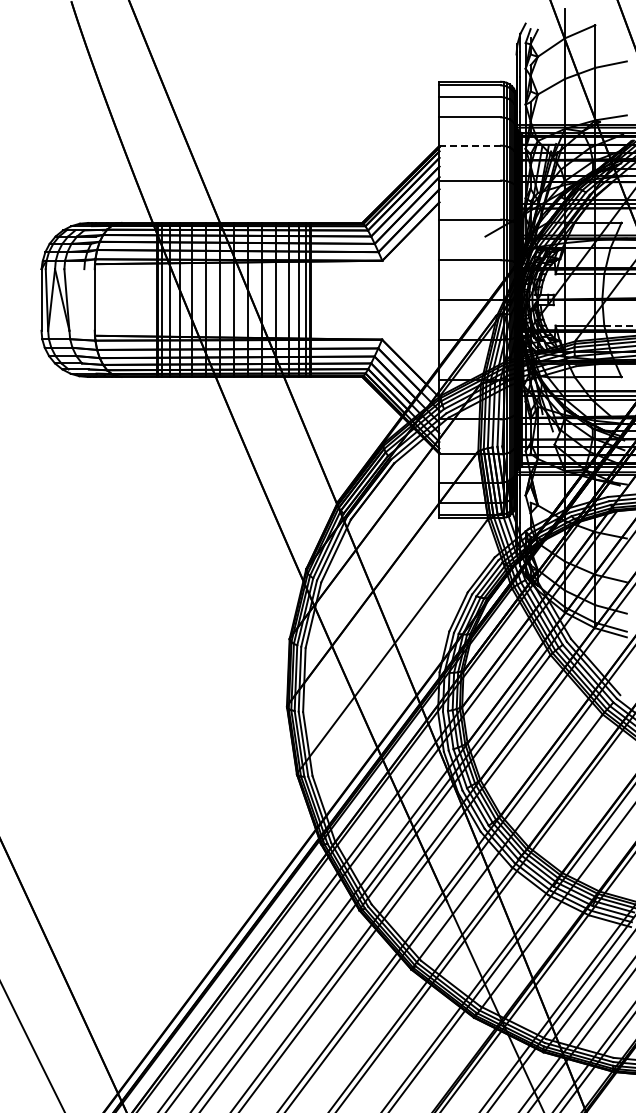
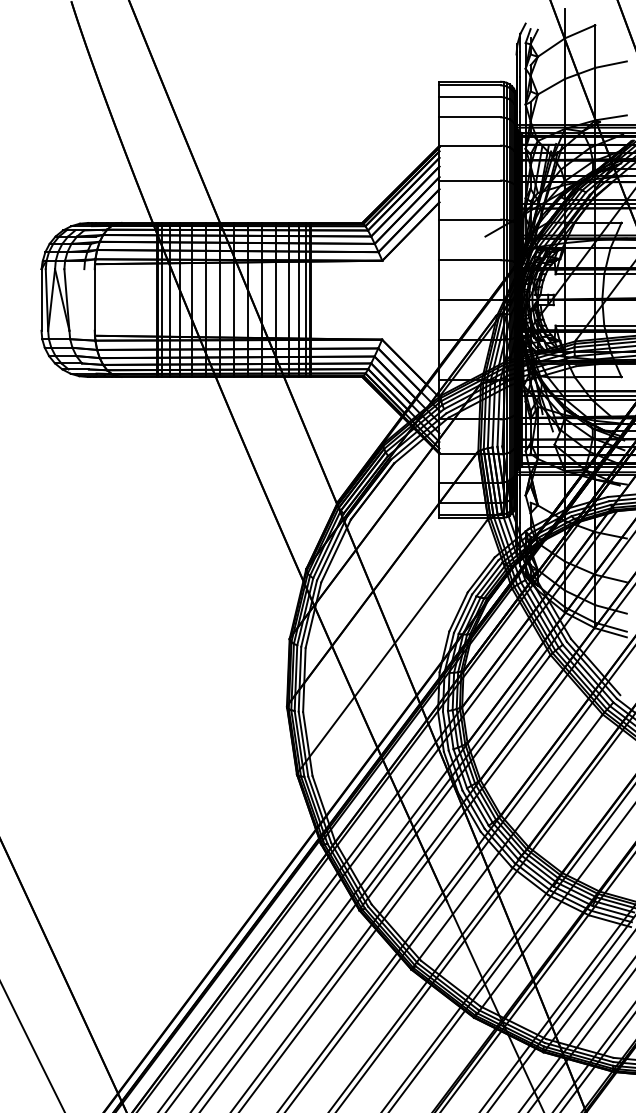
line at (470, 145): dashed -> solid
line at (620, 325): dashed -> solid
